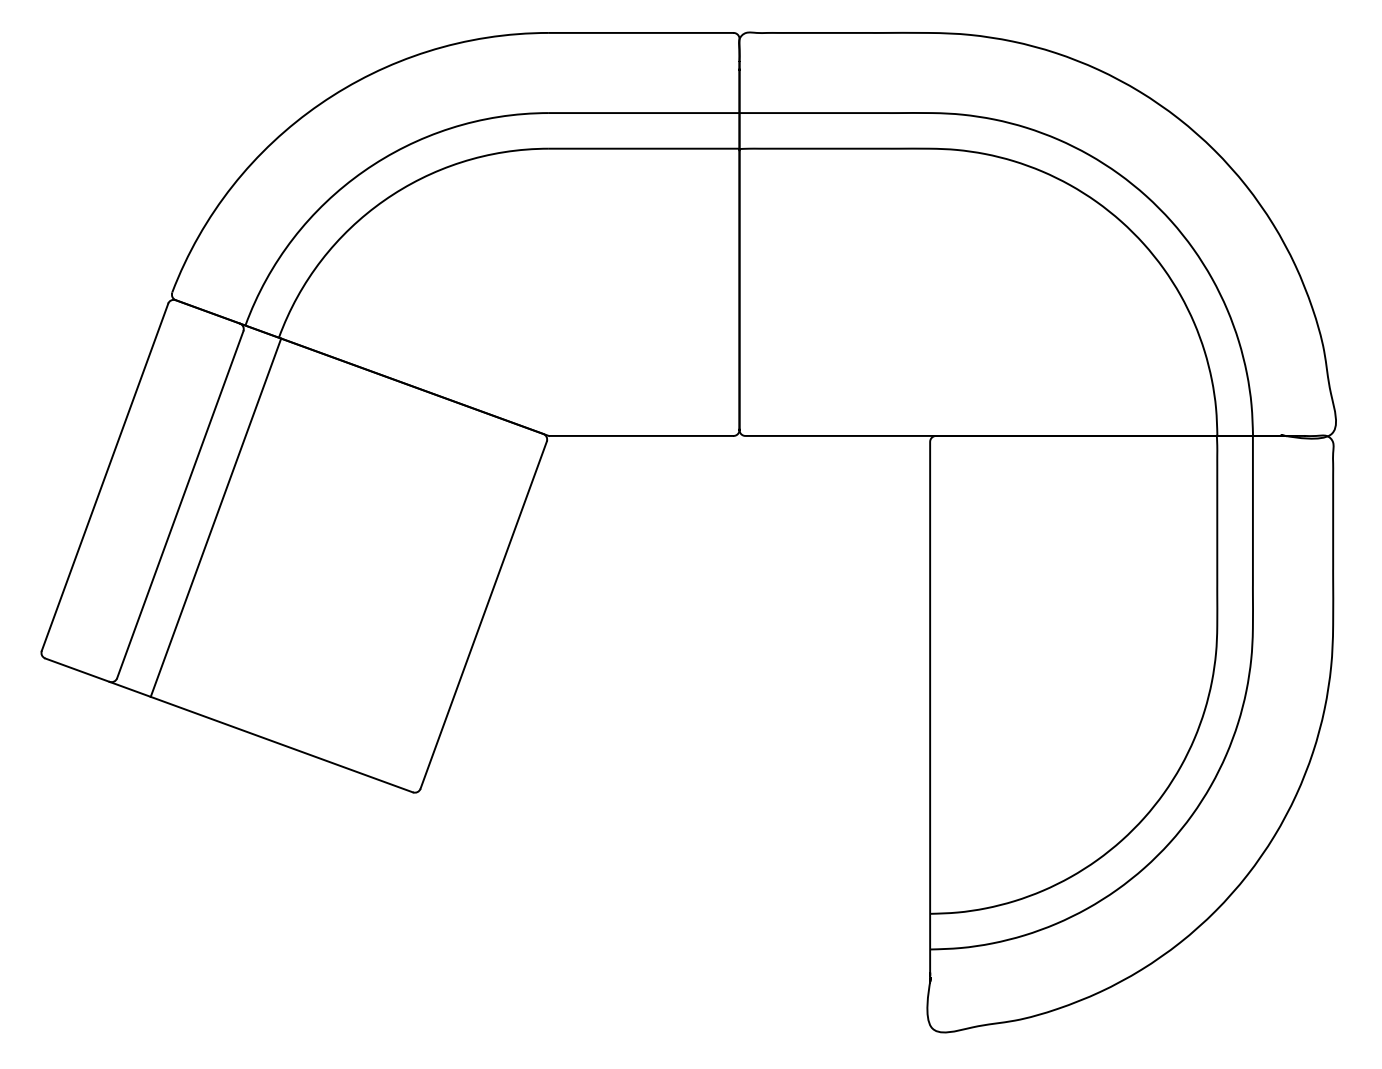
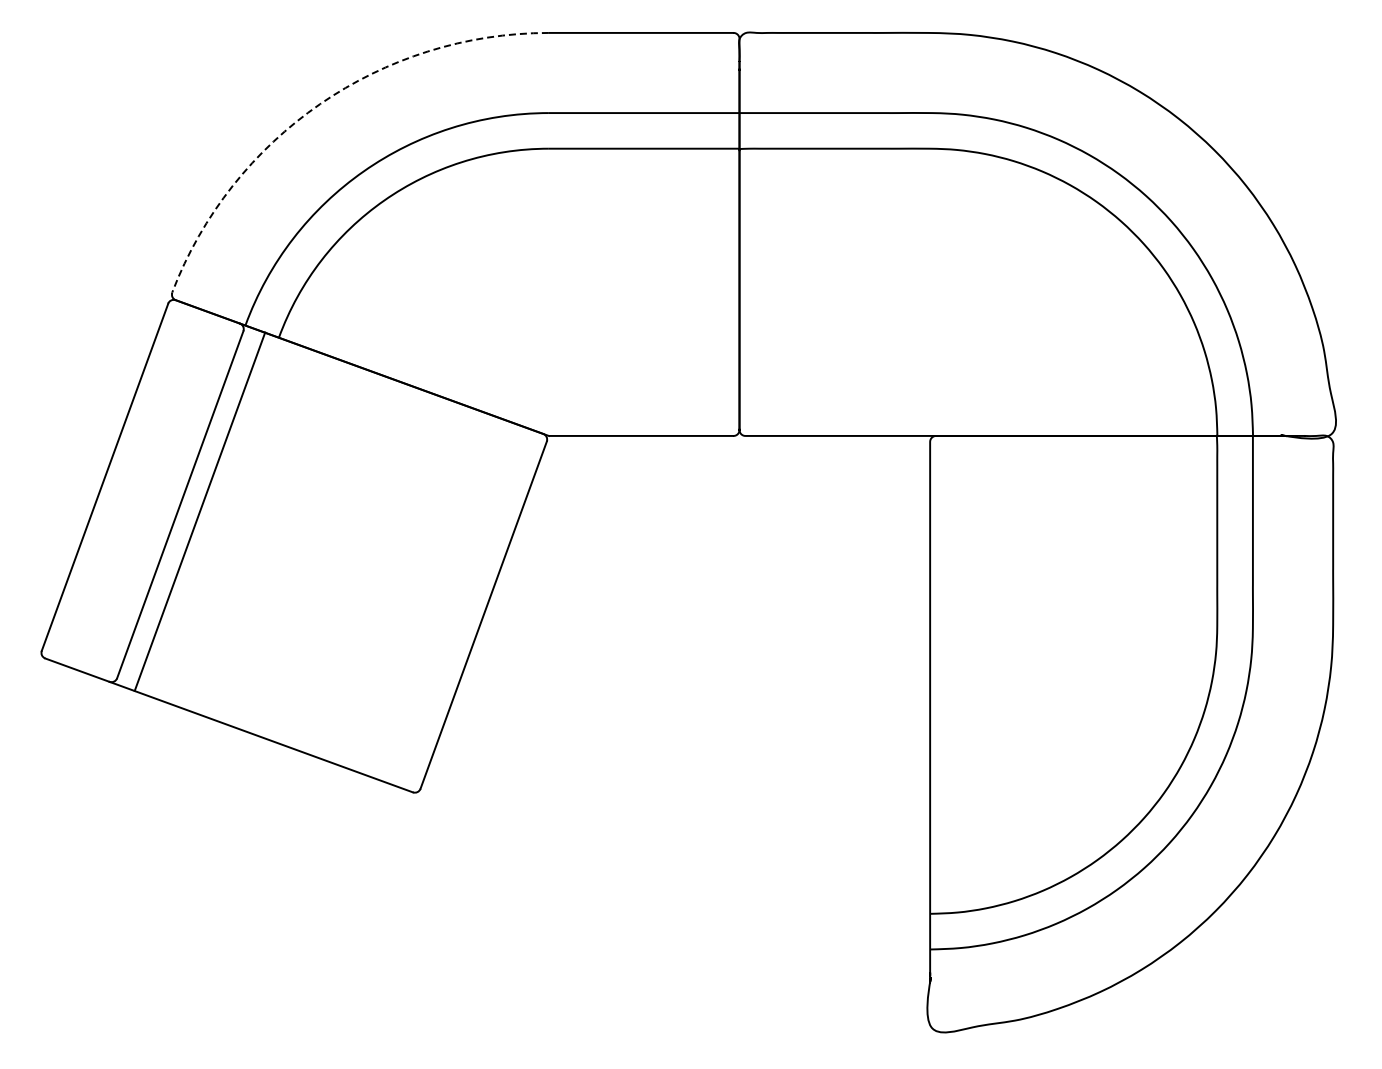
arc at (320, 104): solid -> dashed
line at (215, 517) position: (215, 517) -> (199, 511)
